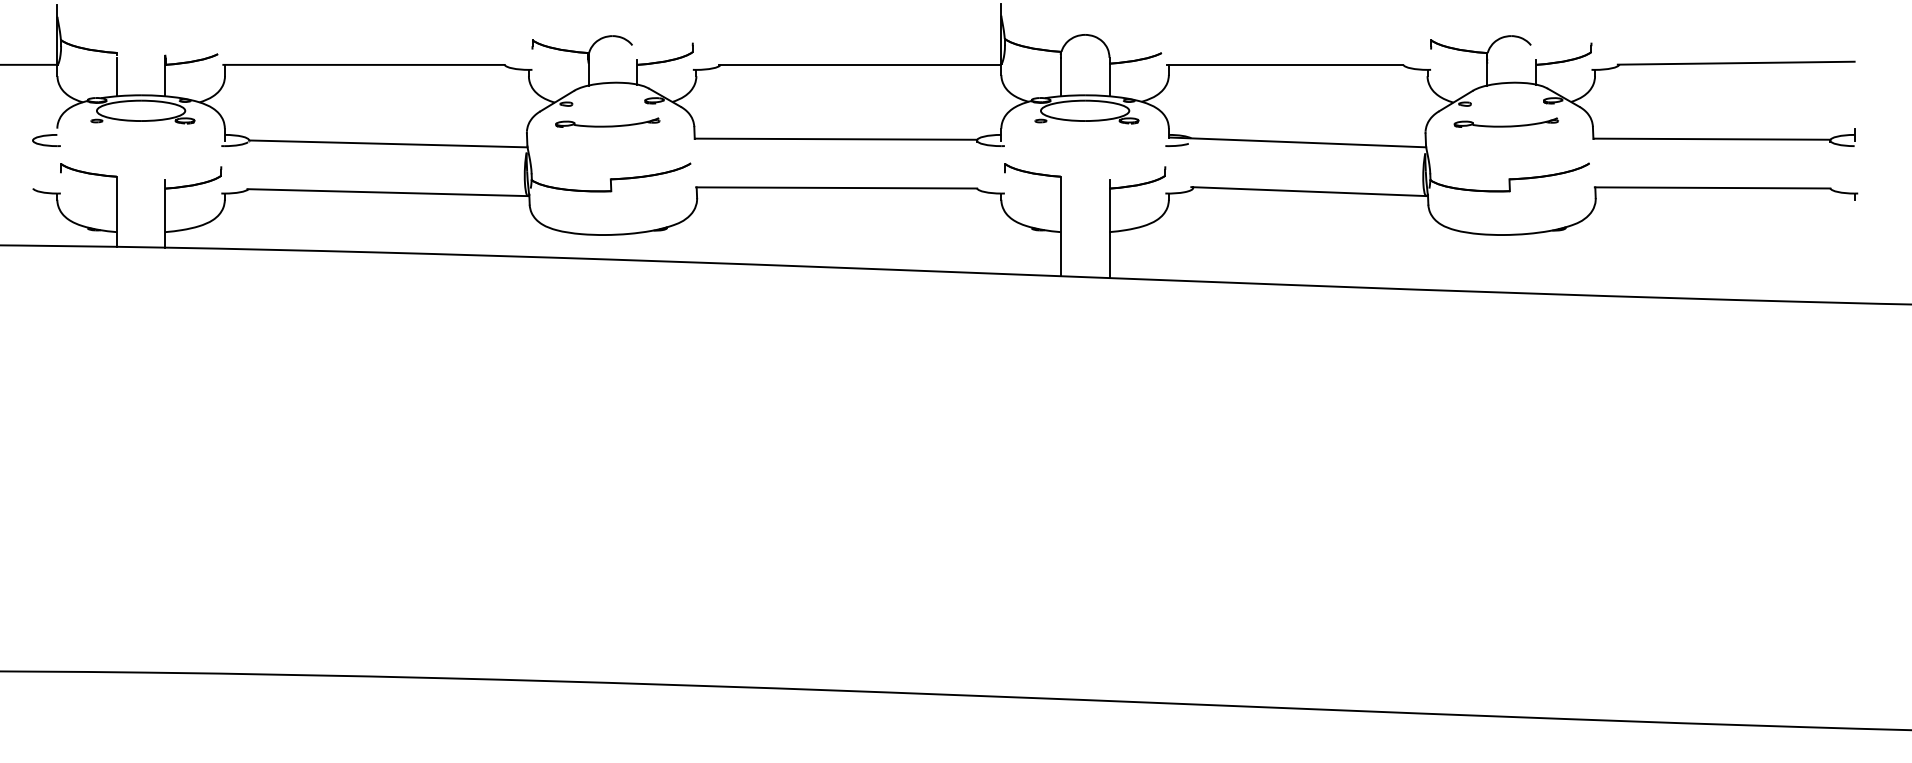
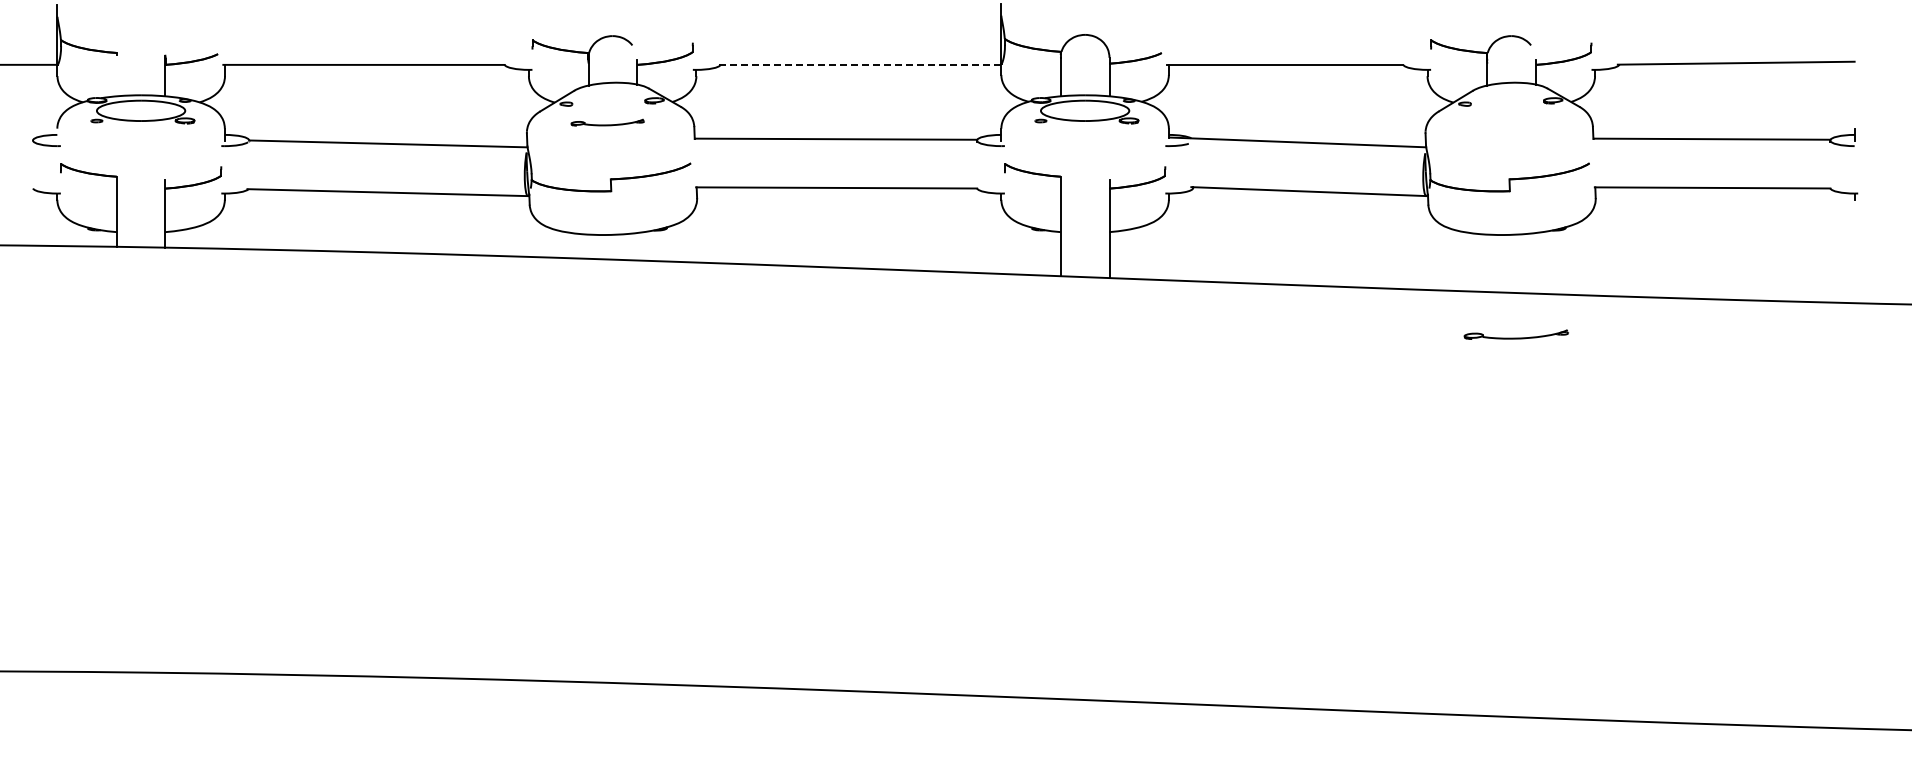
line at (860, 64): solid -> dashed
line at (116, 76): present -> none
part at (607, 122) size: 106x11 px -> 75x9 px
part at (1505, 122) position: (1505, 122) -> (1515, 334)
